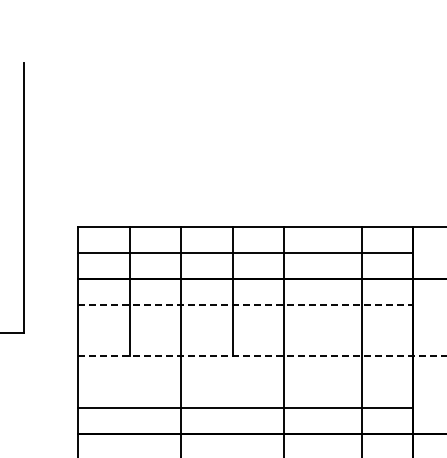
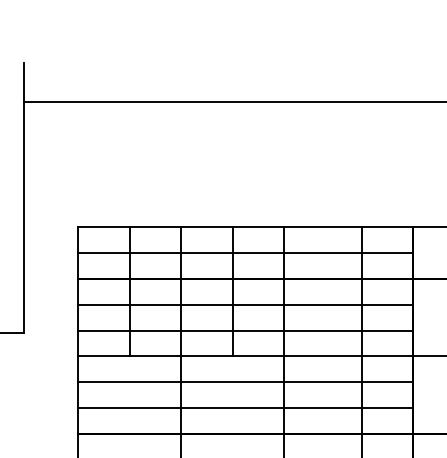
line at (233, 102): none -> present
line at (245, 304): dashed -> solid
line at (245, 330): none -> present
line at (262, 356): dashed -> solid
line at (245, 382): none -> present
